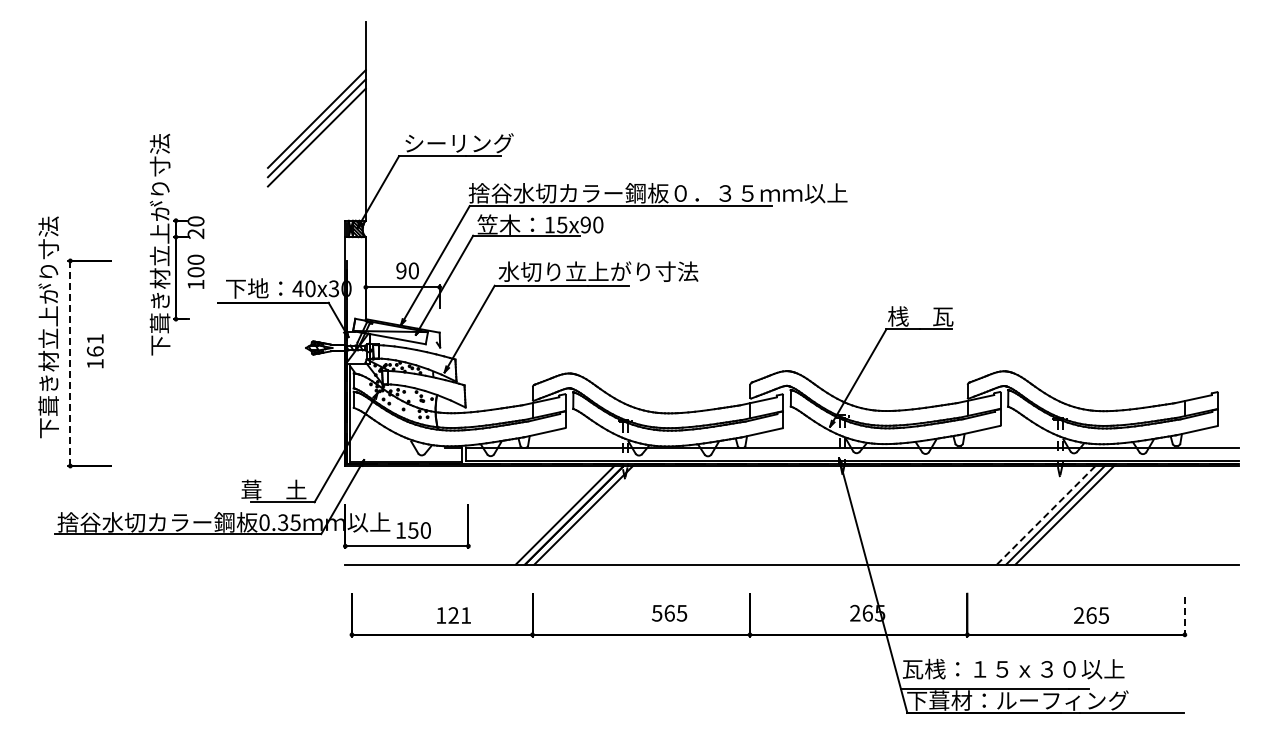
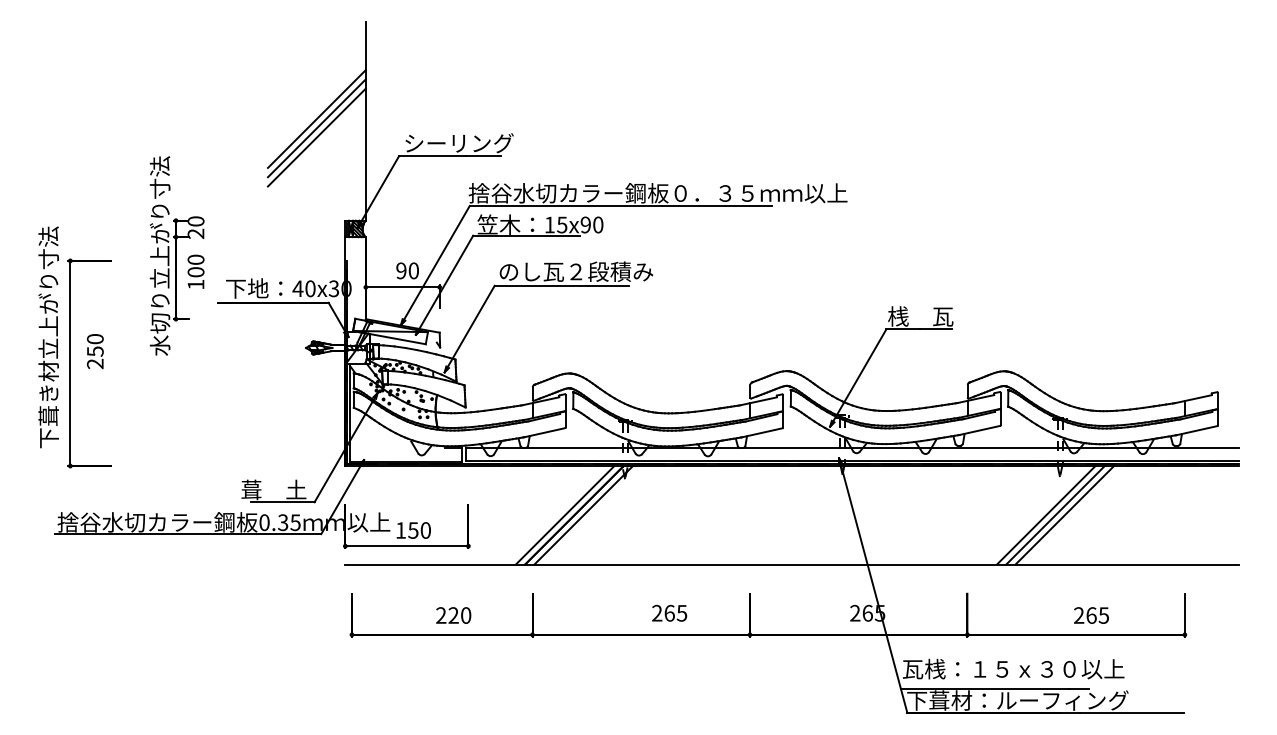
text at (159, 244): 下葺き材立上がり寸法 -> 水切り立上がり寸法
text at (598, 271): 水切り立上がり寸法 -> のし瓦２段積み
text at (48, 327) position: (48, 327) -> (48, 337)
text at (94, 351): 161 -> 250
line at (70, 363): dashed -> solid
line at (1046, 515): dashed -> solid
text at (657, 612): 565 -> 265
text at (453, 615): 121 -> 220
line at (1184, 615): dashed -> solid
